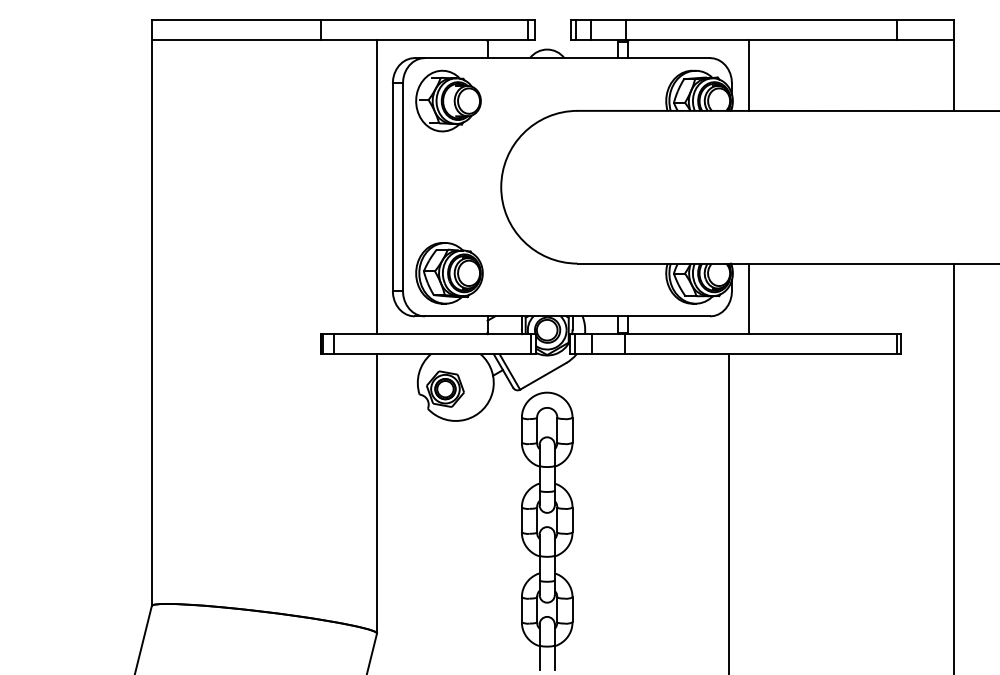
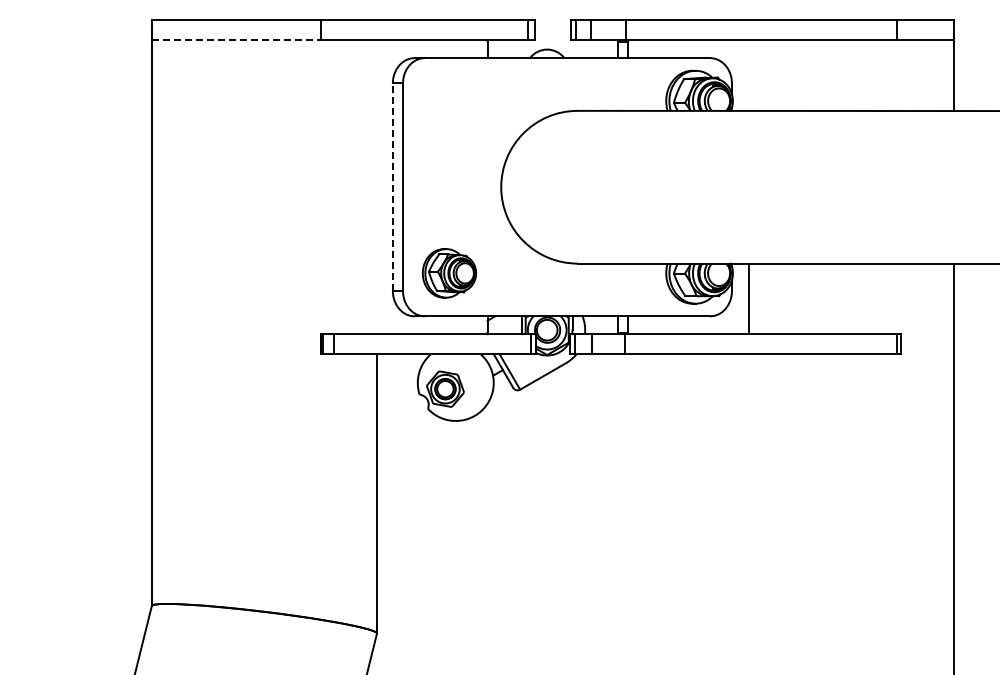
line at (236, 40): solid -> dashed
line at (748, 75): present -> none
part at (448, 100): present -> none
line at (377, 187): present -> none
line at (392, 187): solid -> dashed
part at (449, 273) size: 69x63 px -> 55x51 px
line at (728, 512): present -> none
part at (547, 530): present -> none
